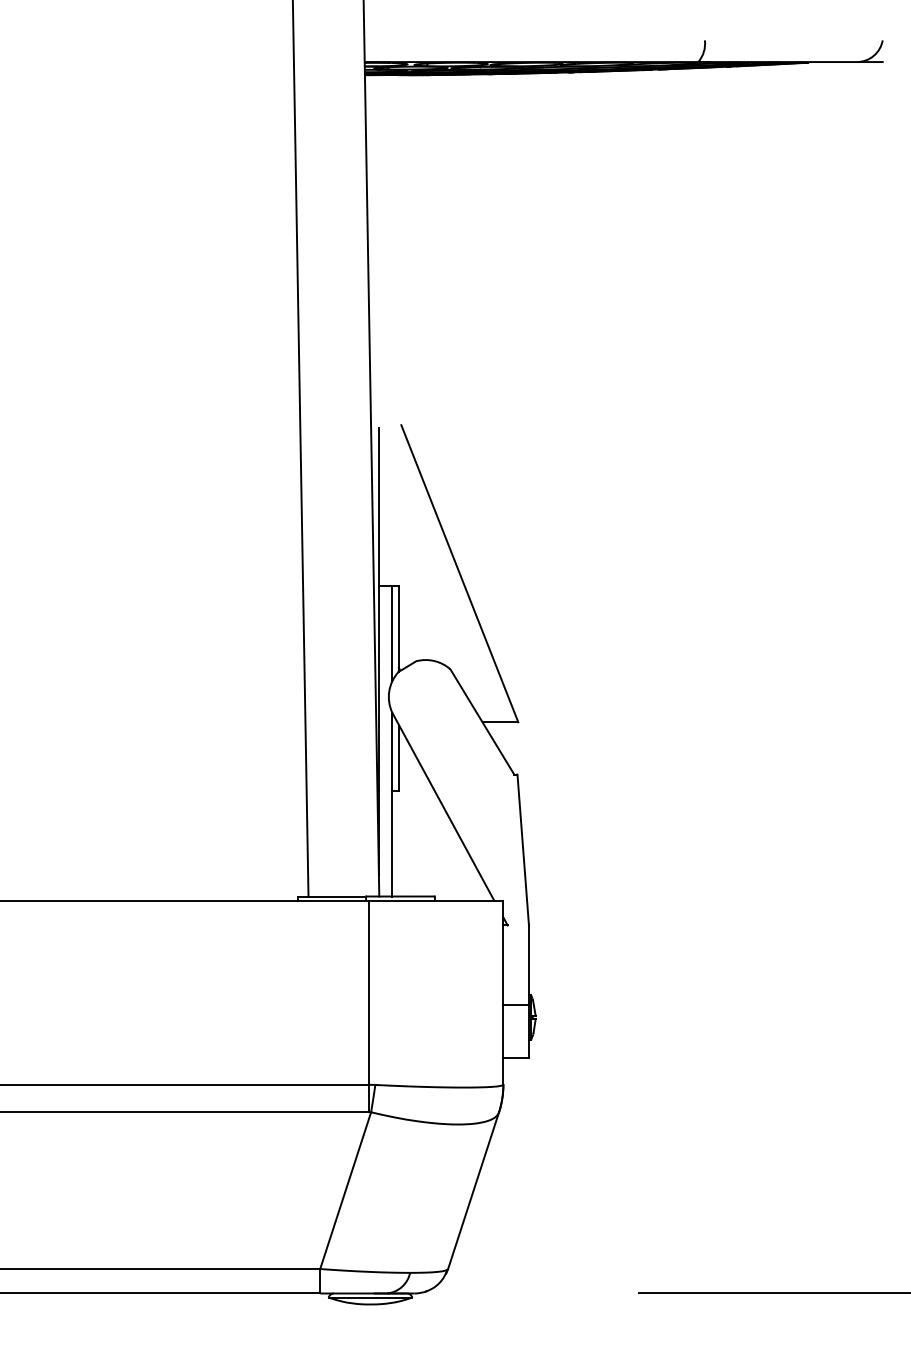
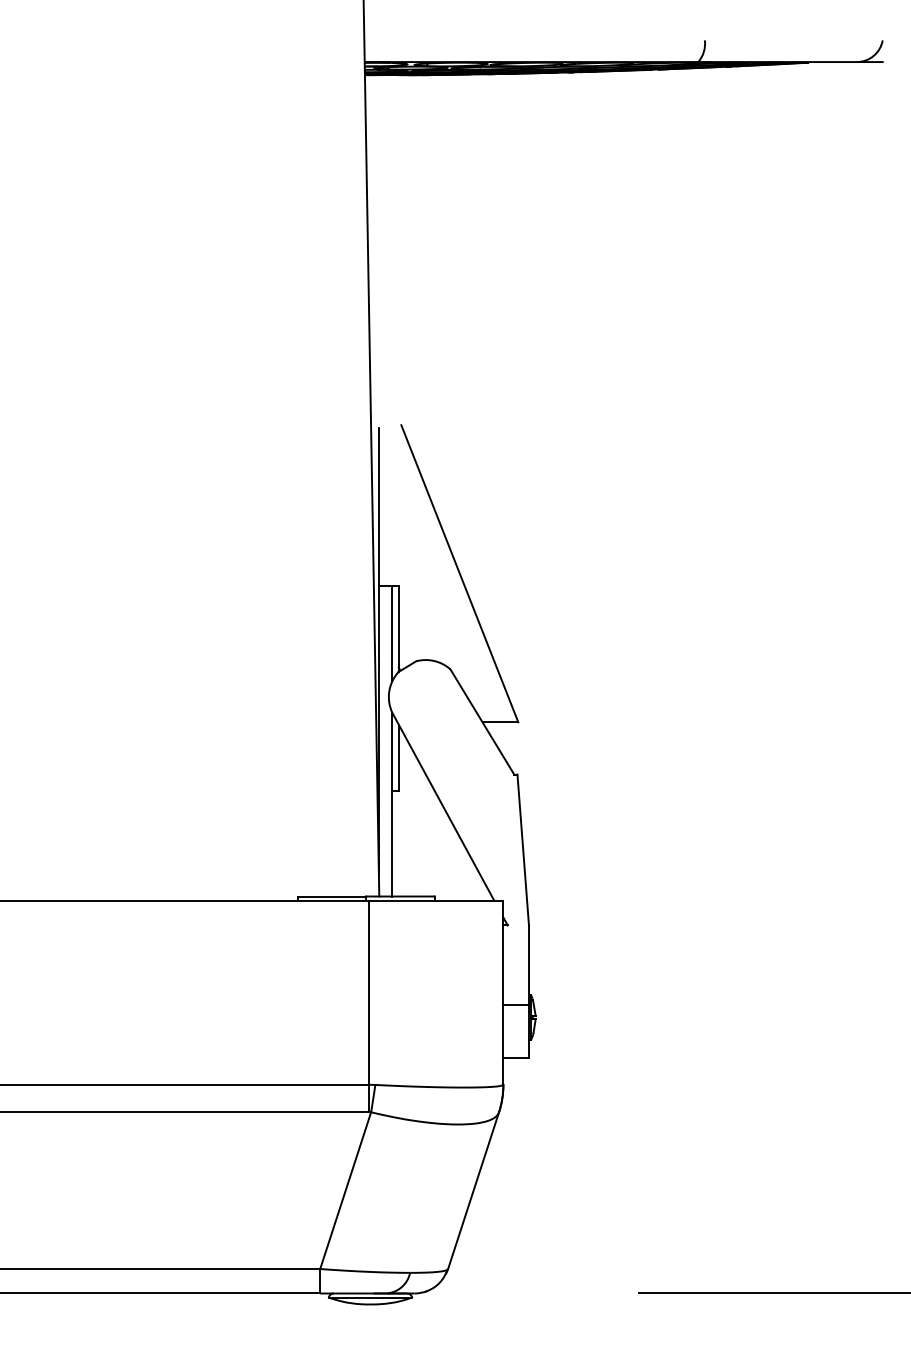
line at (300, 449): present -> none
